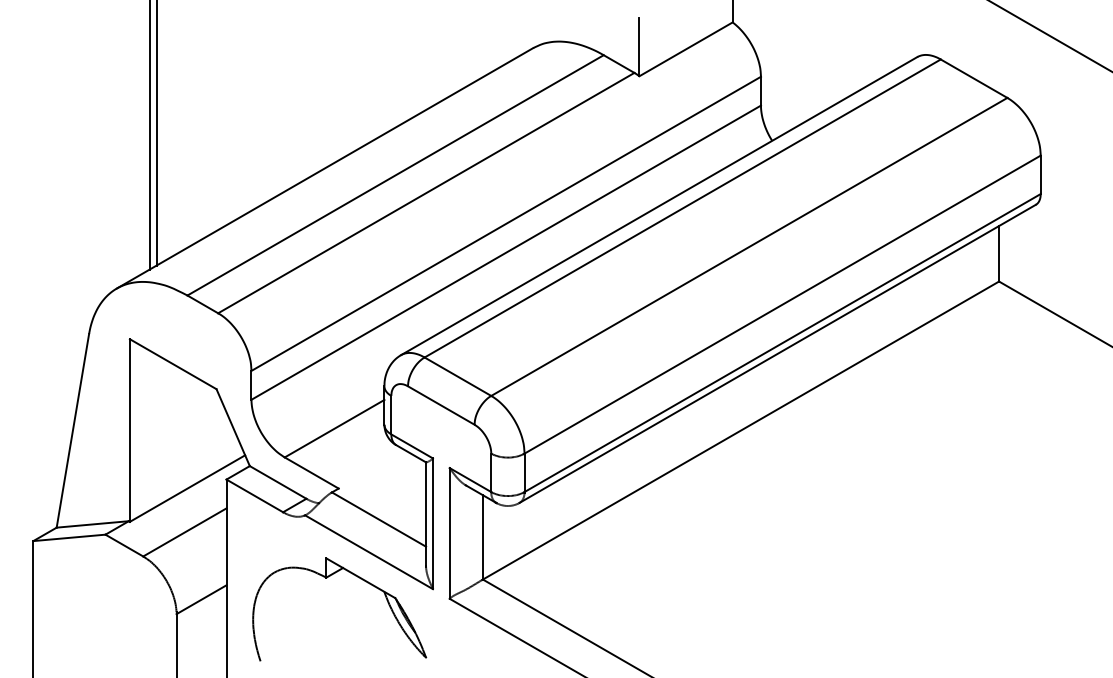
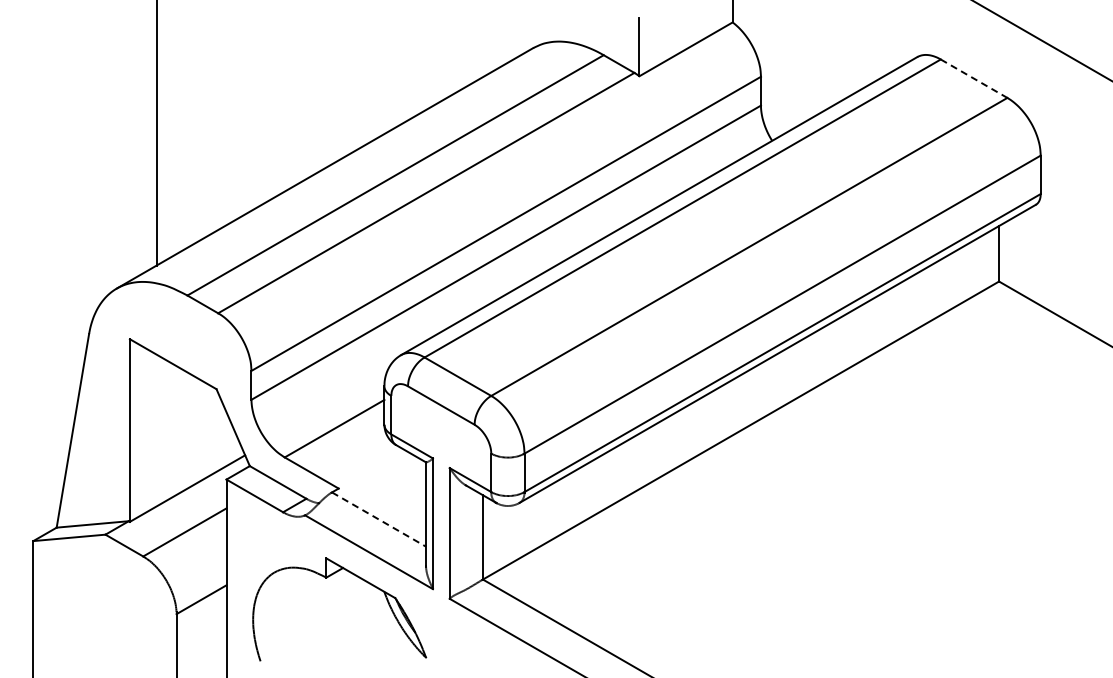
line at (1050, 36) position: (1050, 36) -> (1042, 40)
line at (974, 78): solid -> dashed
line at (149, 135): present -> none
line at (379, 519): solid -> dashed
